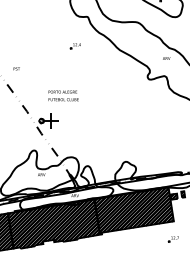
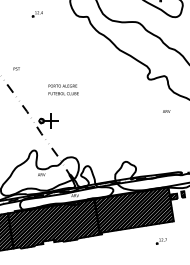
part at (74, 46) position: (74, 46) -> (36, 14)
text at (166, 58) position: (166, 58) -> (166, 111)
text at (63, 95) position: (63, 95) -> (63, 89)
part at (172, 239) position: (172, 239) -> (160, 241)
